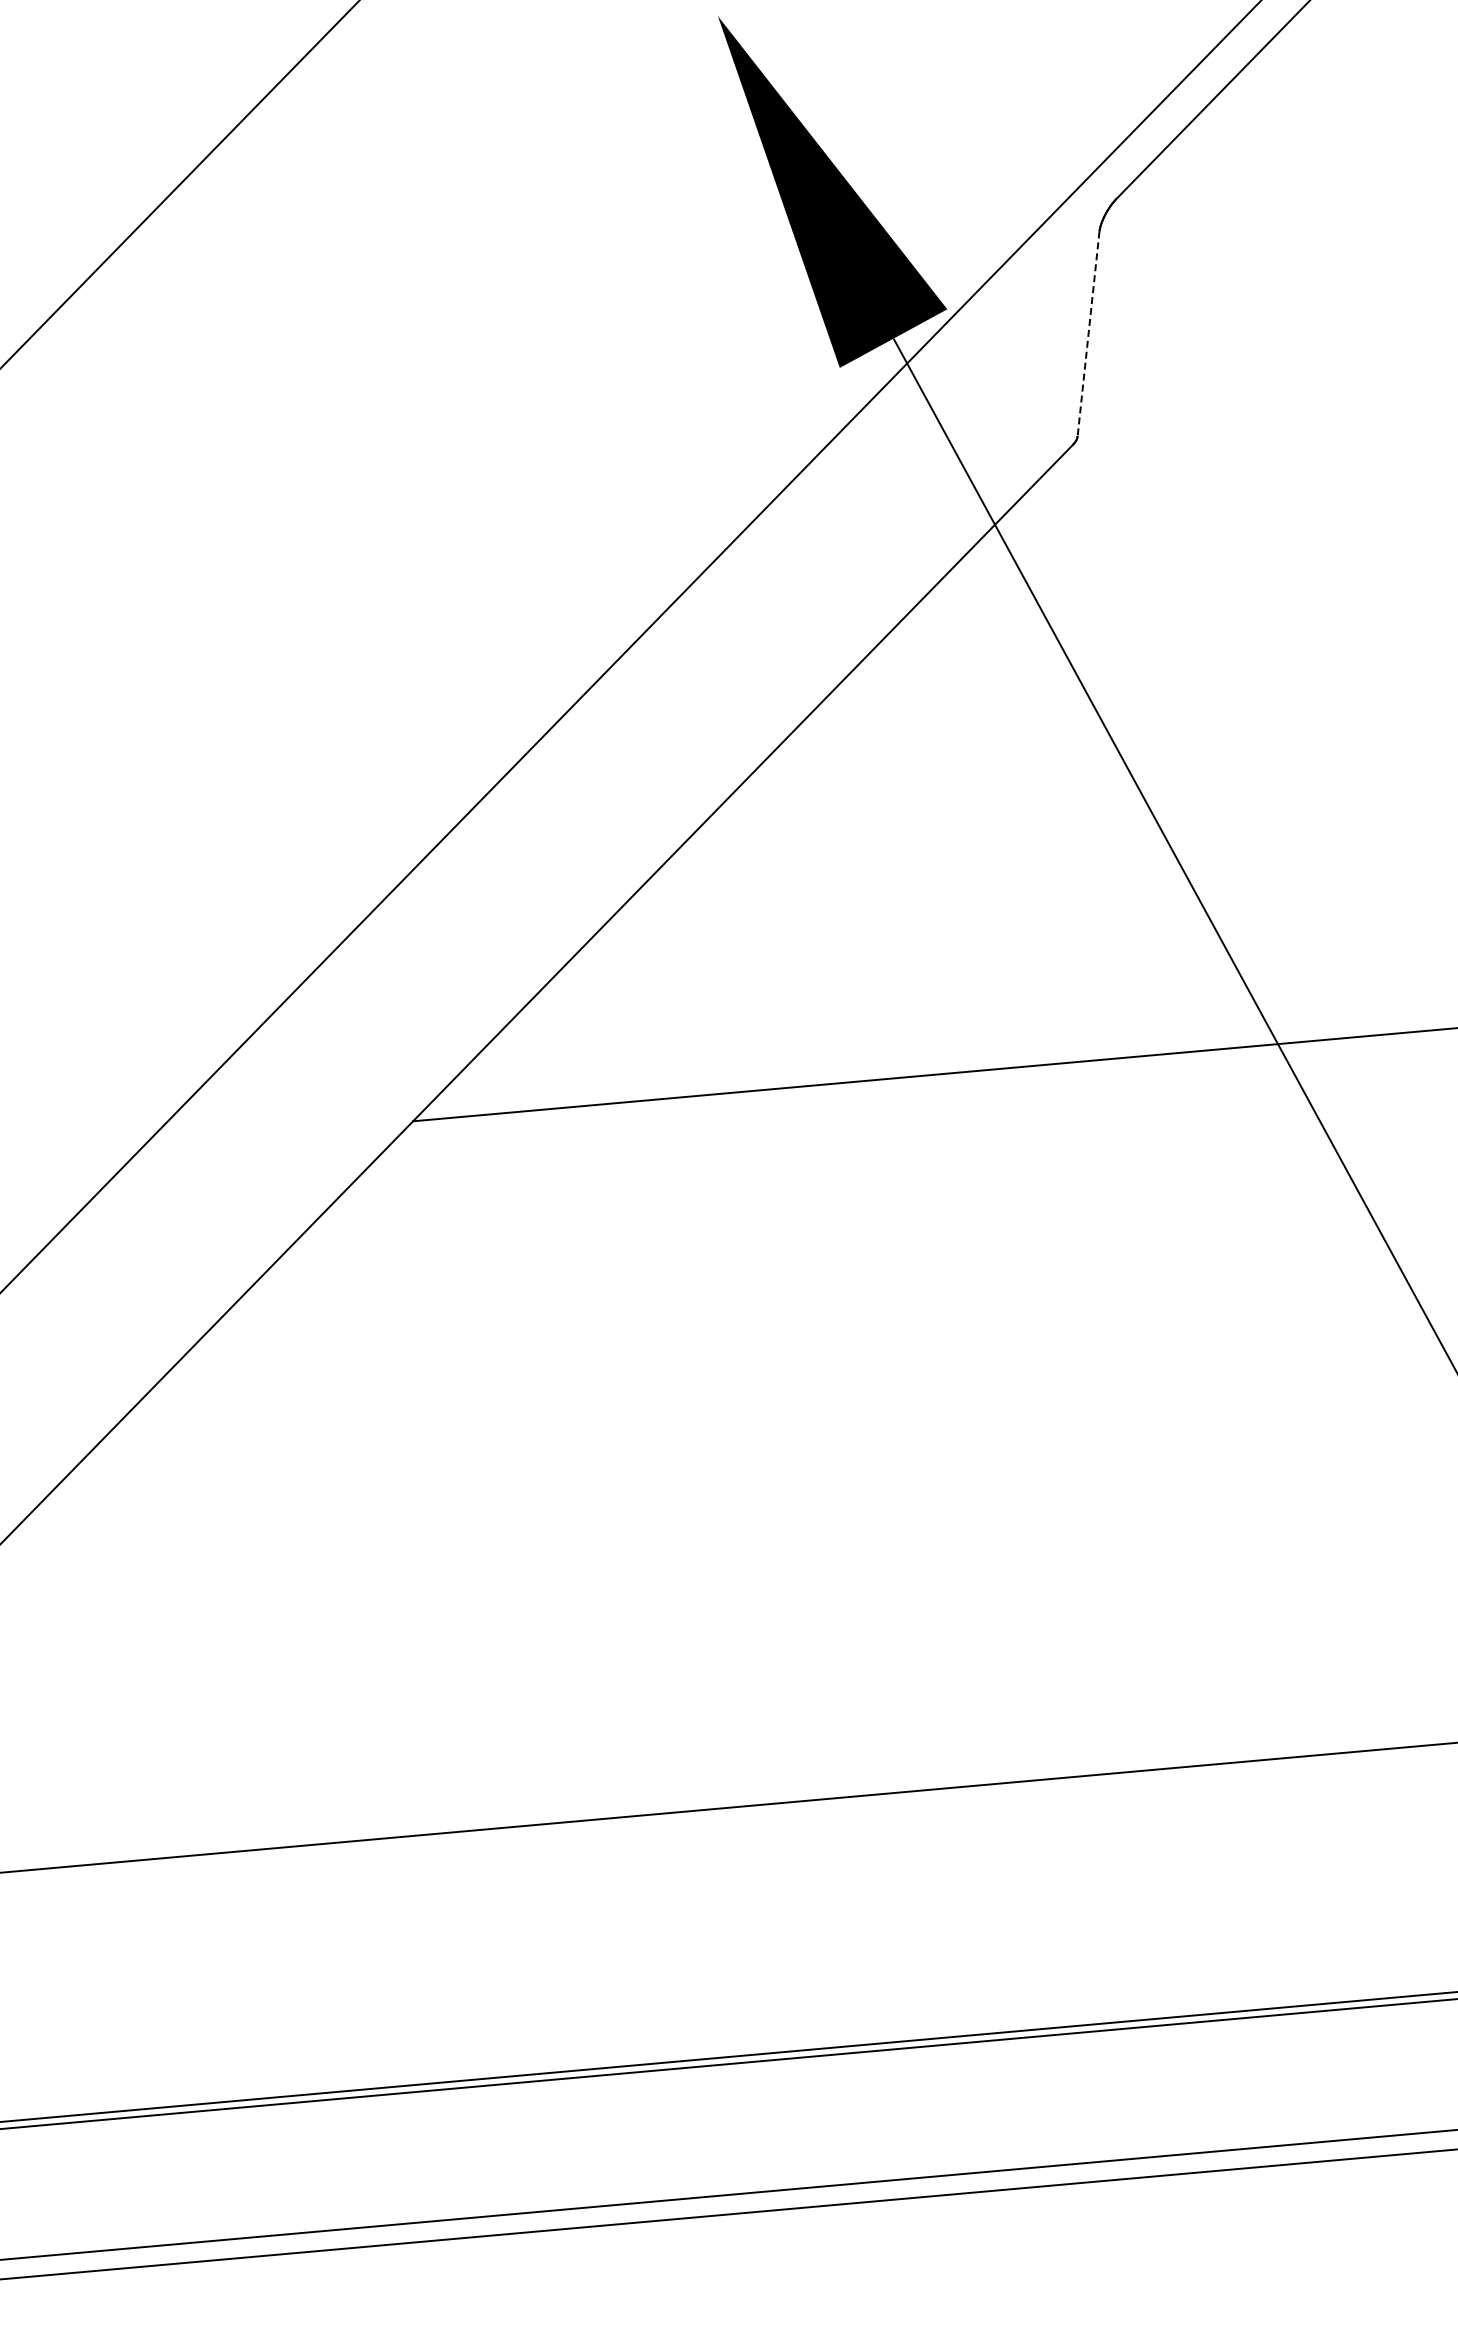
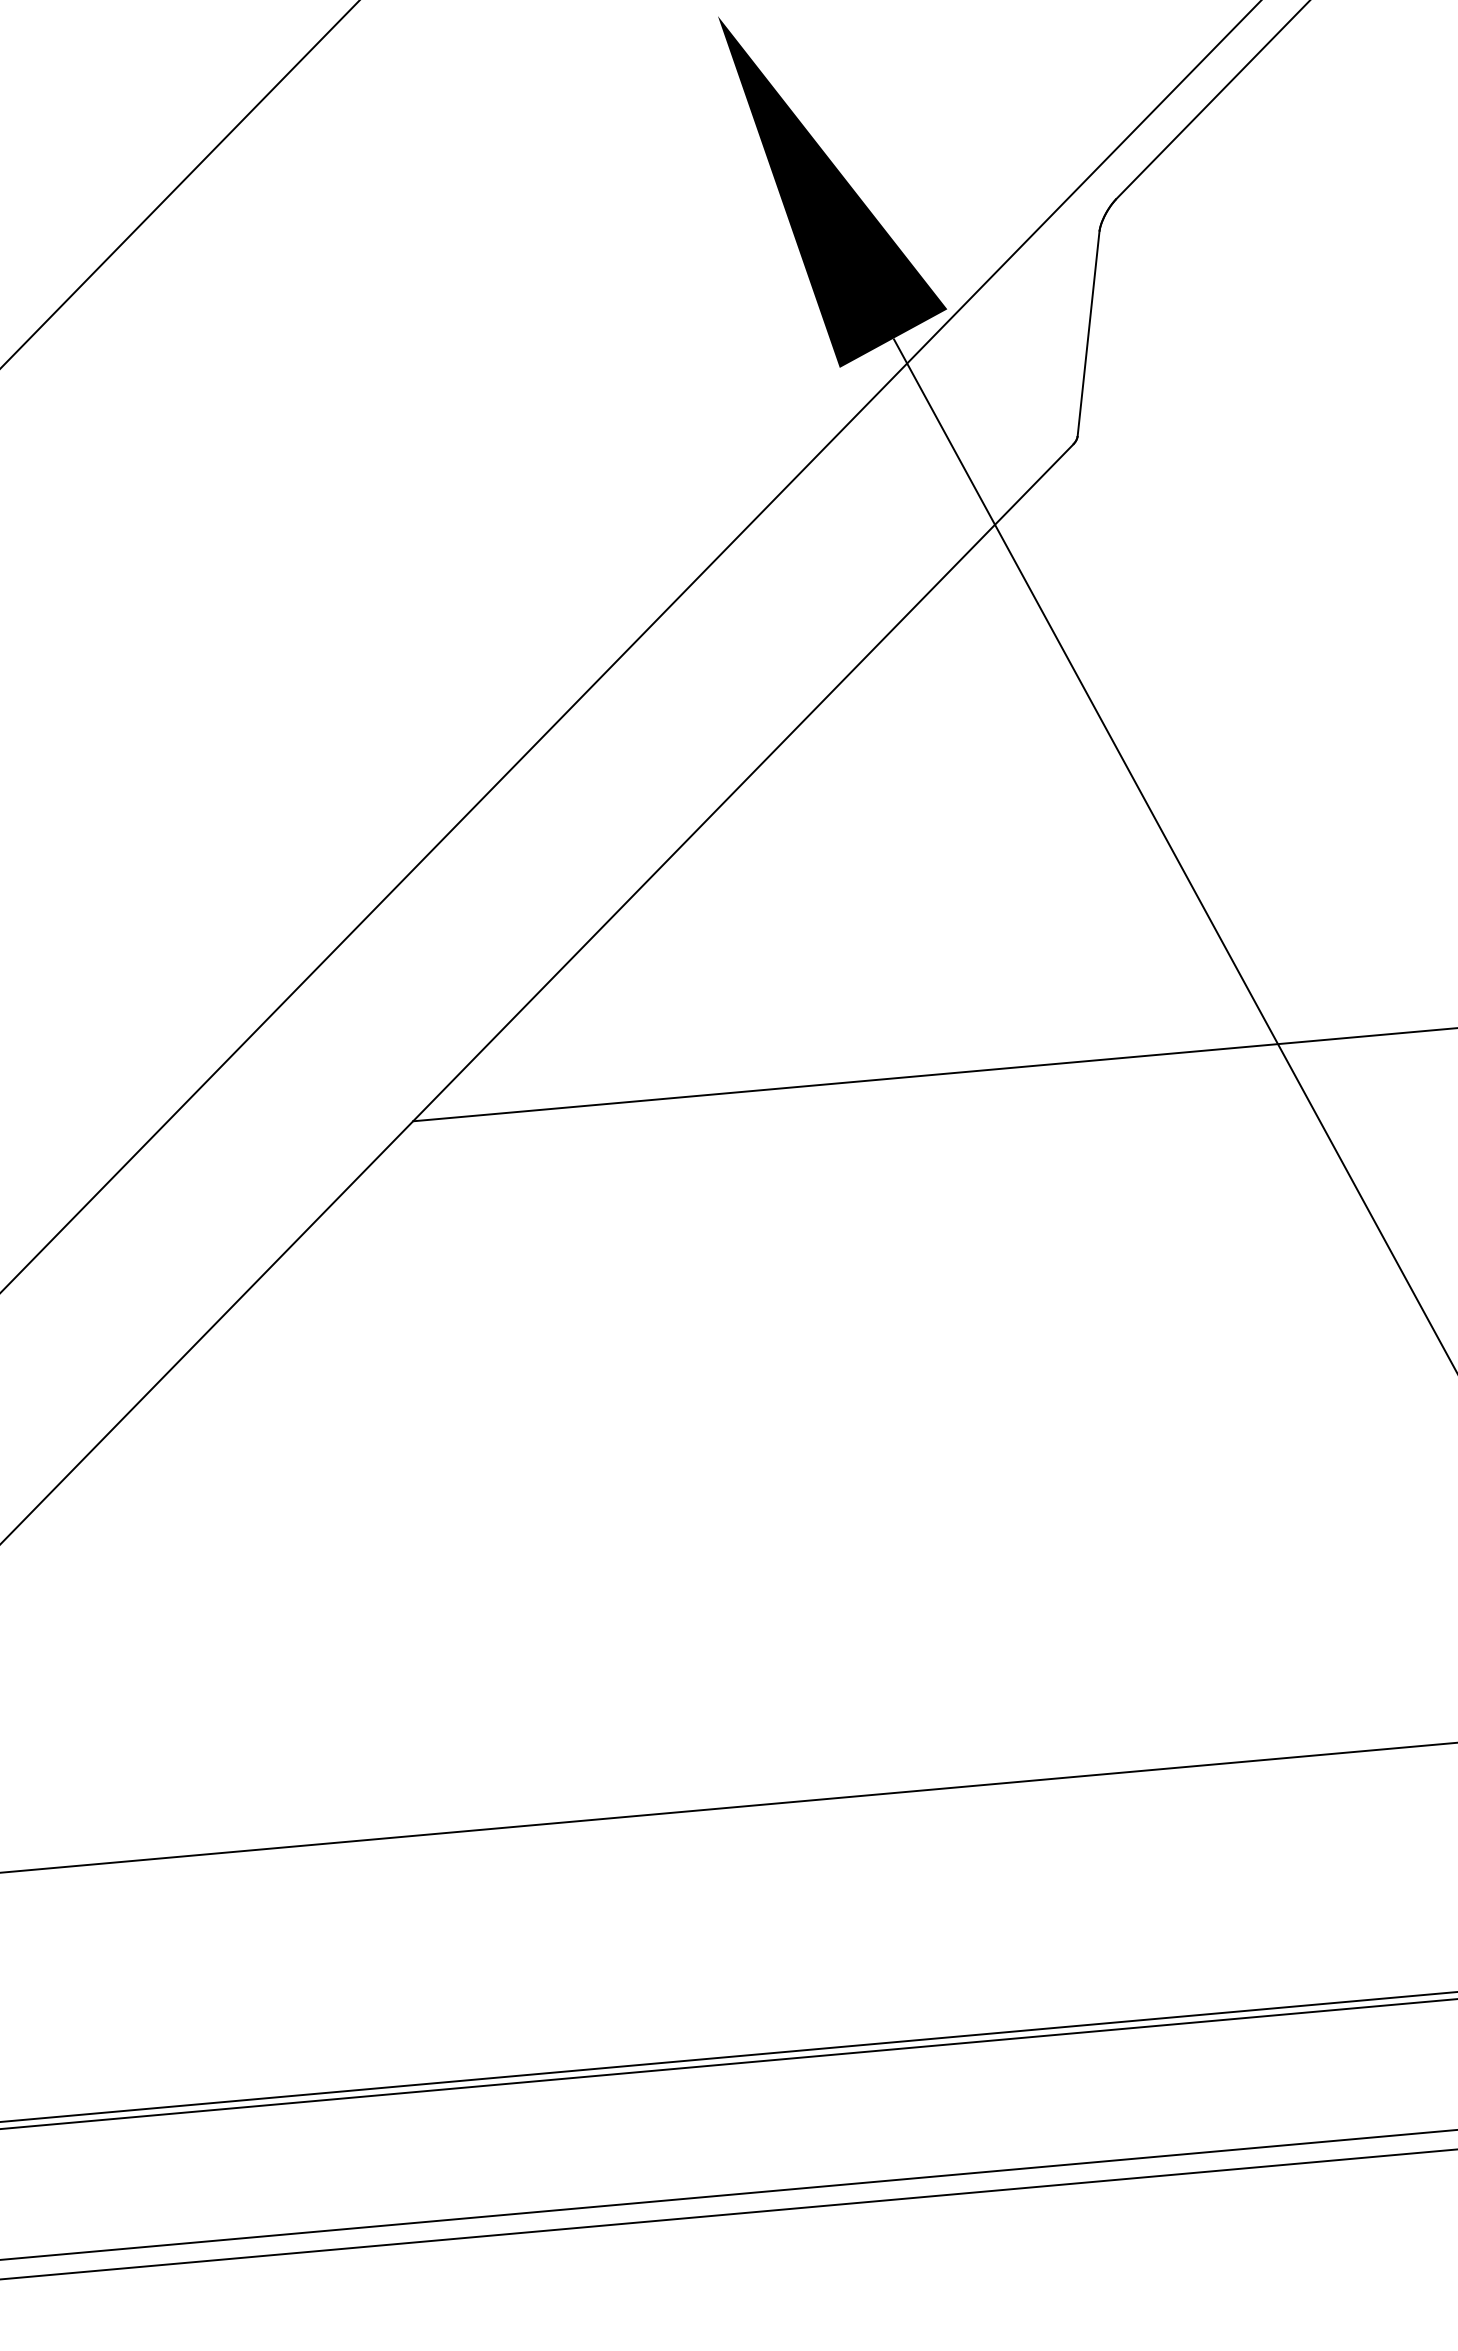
line at (1088, 333): dashed -> solid
